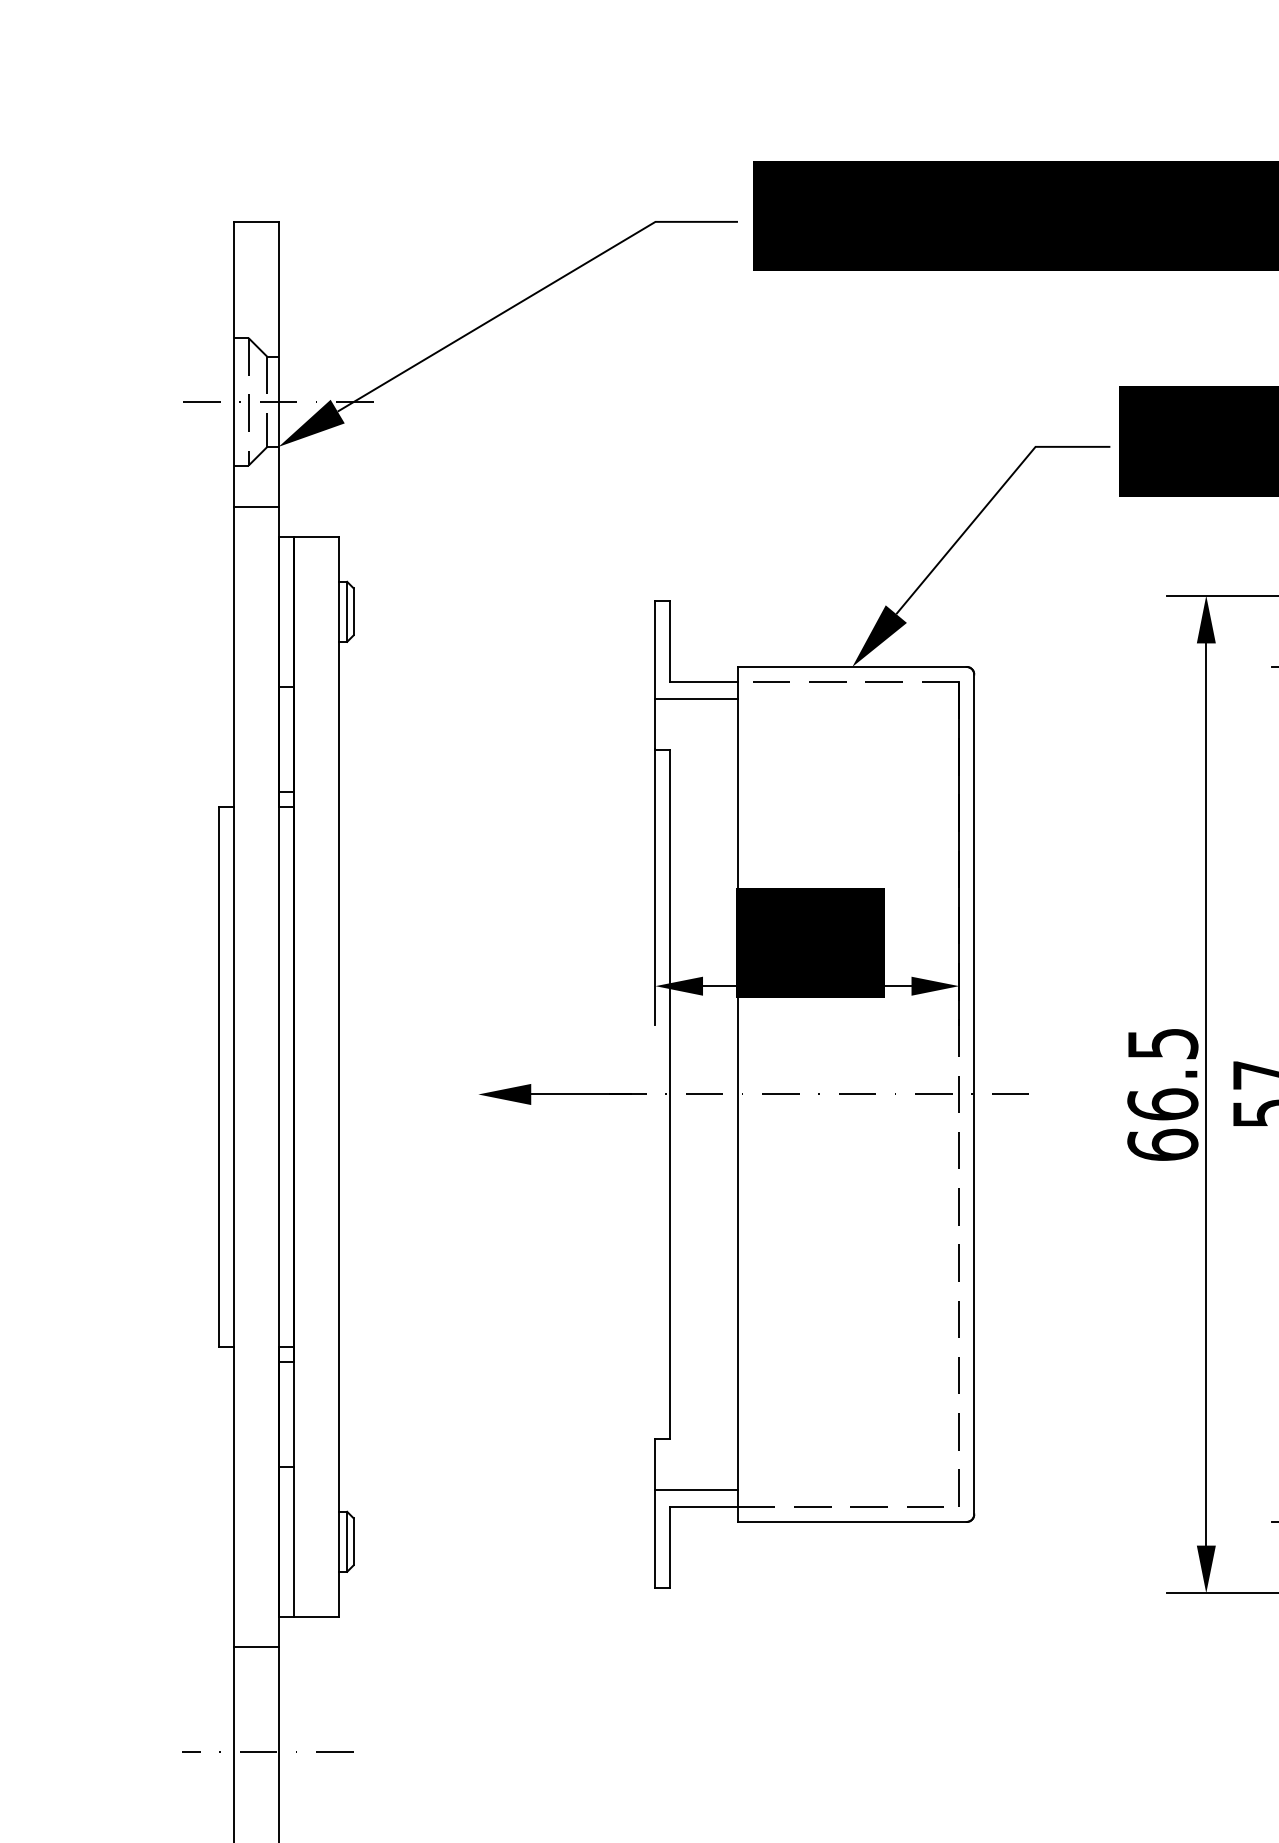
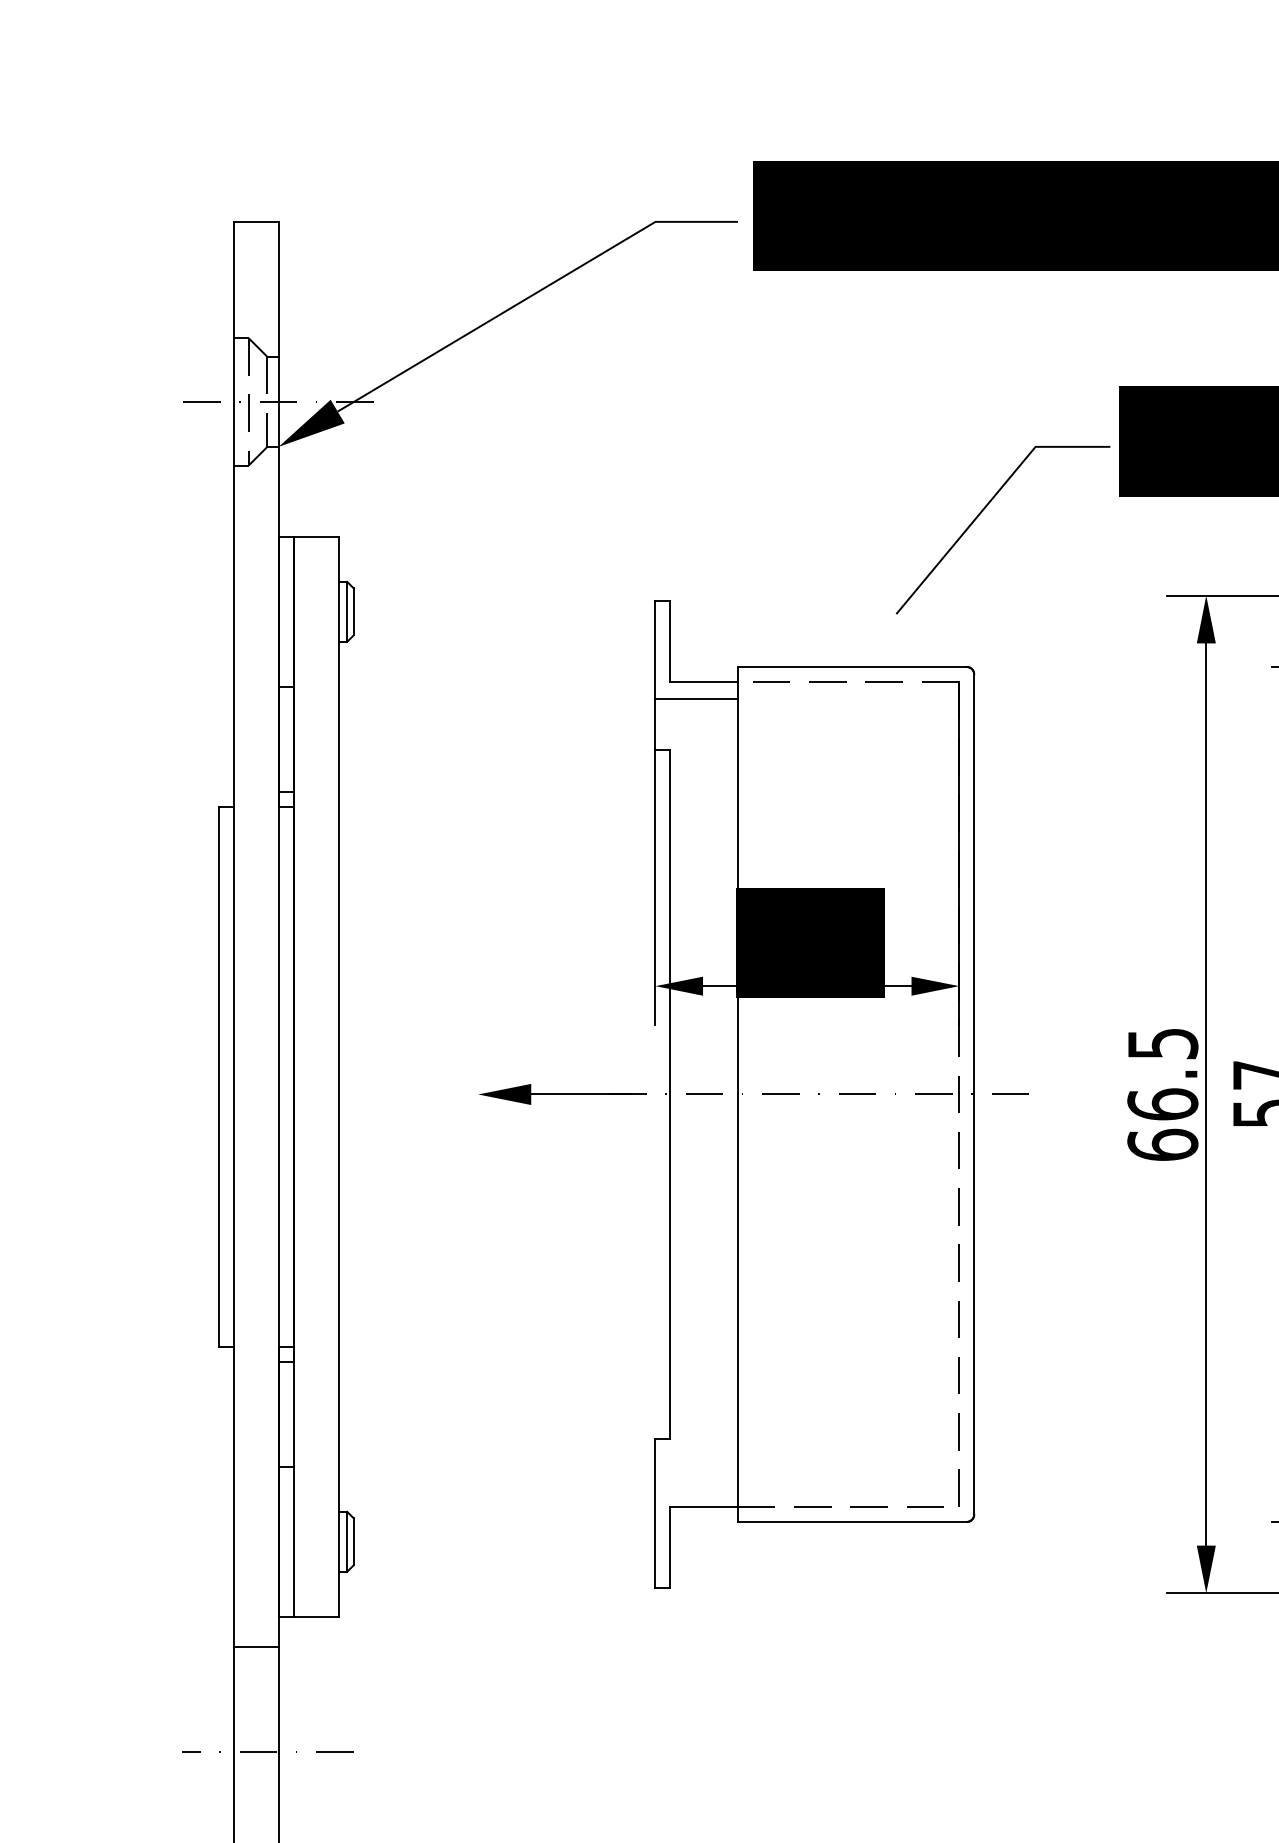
line at (255, 506): present -> none
fill at (879, 636): present -> none
line at (696, 1489): present -> none
